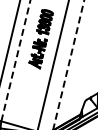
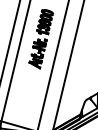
line at (16, 60): dashed -> solid
line at (68, 64): dashed -> solid
